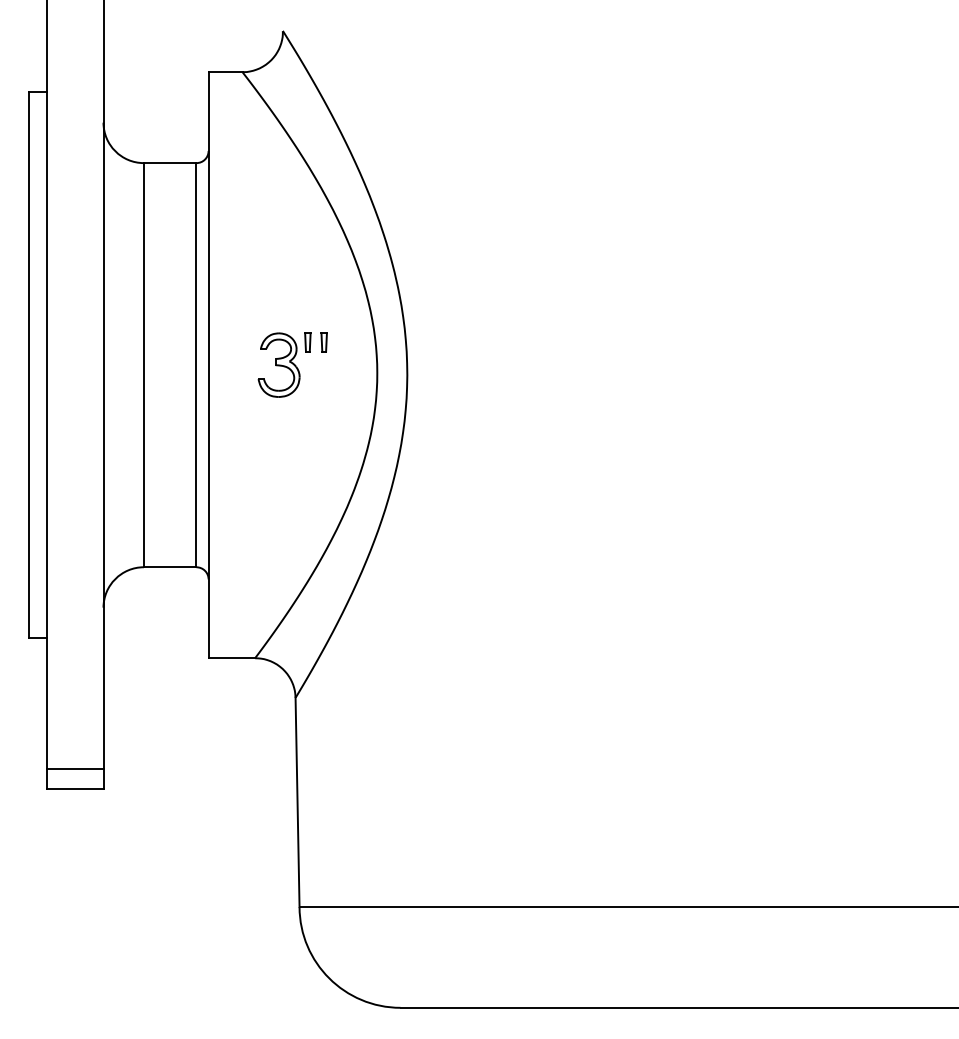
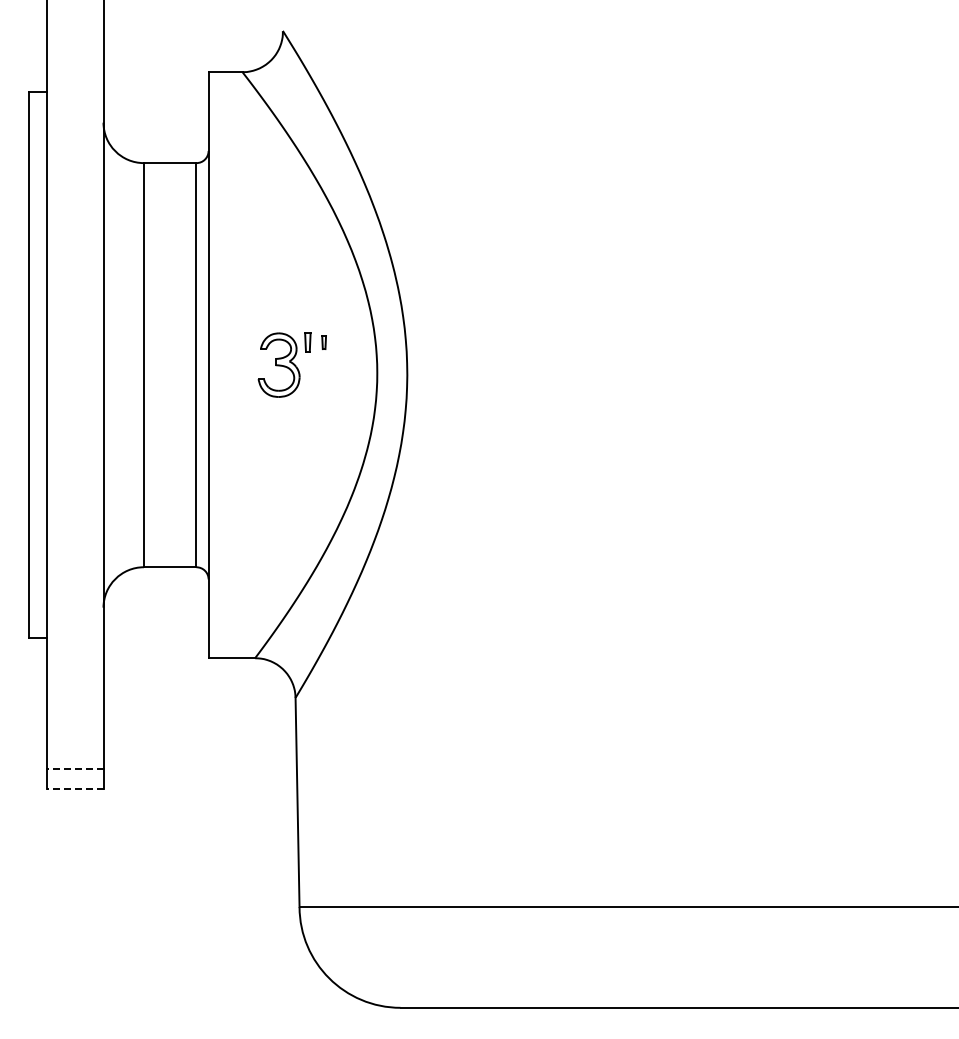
part at (323, 342) size: 8x21 px -> 6x15 px
line at (74, 769): solid -> dashed
line at (74, 789): solid -> dashed
